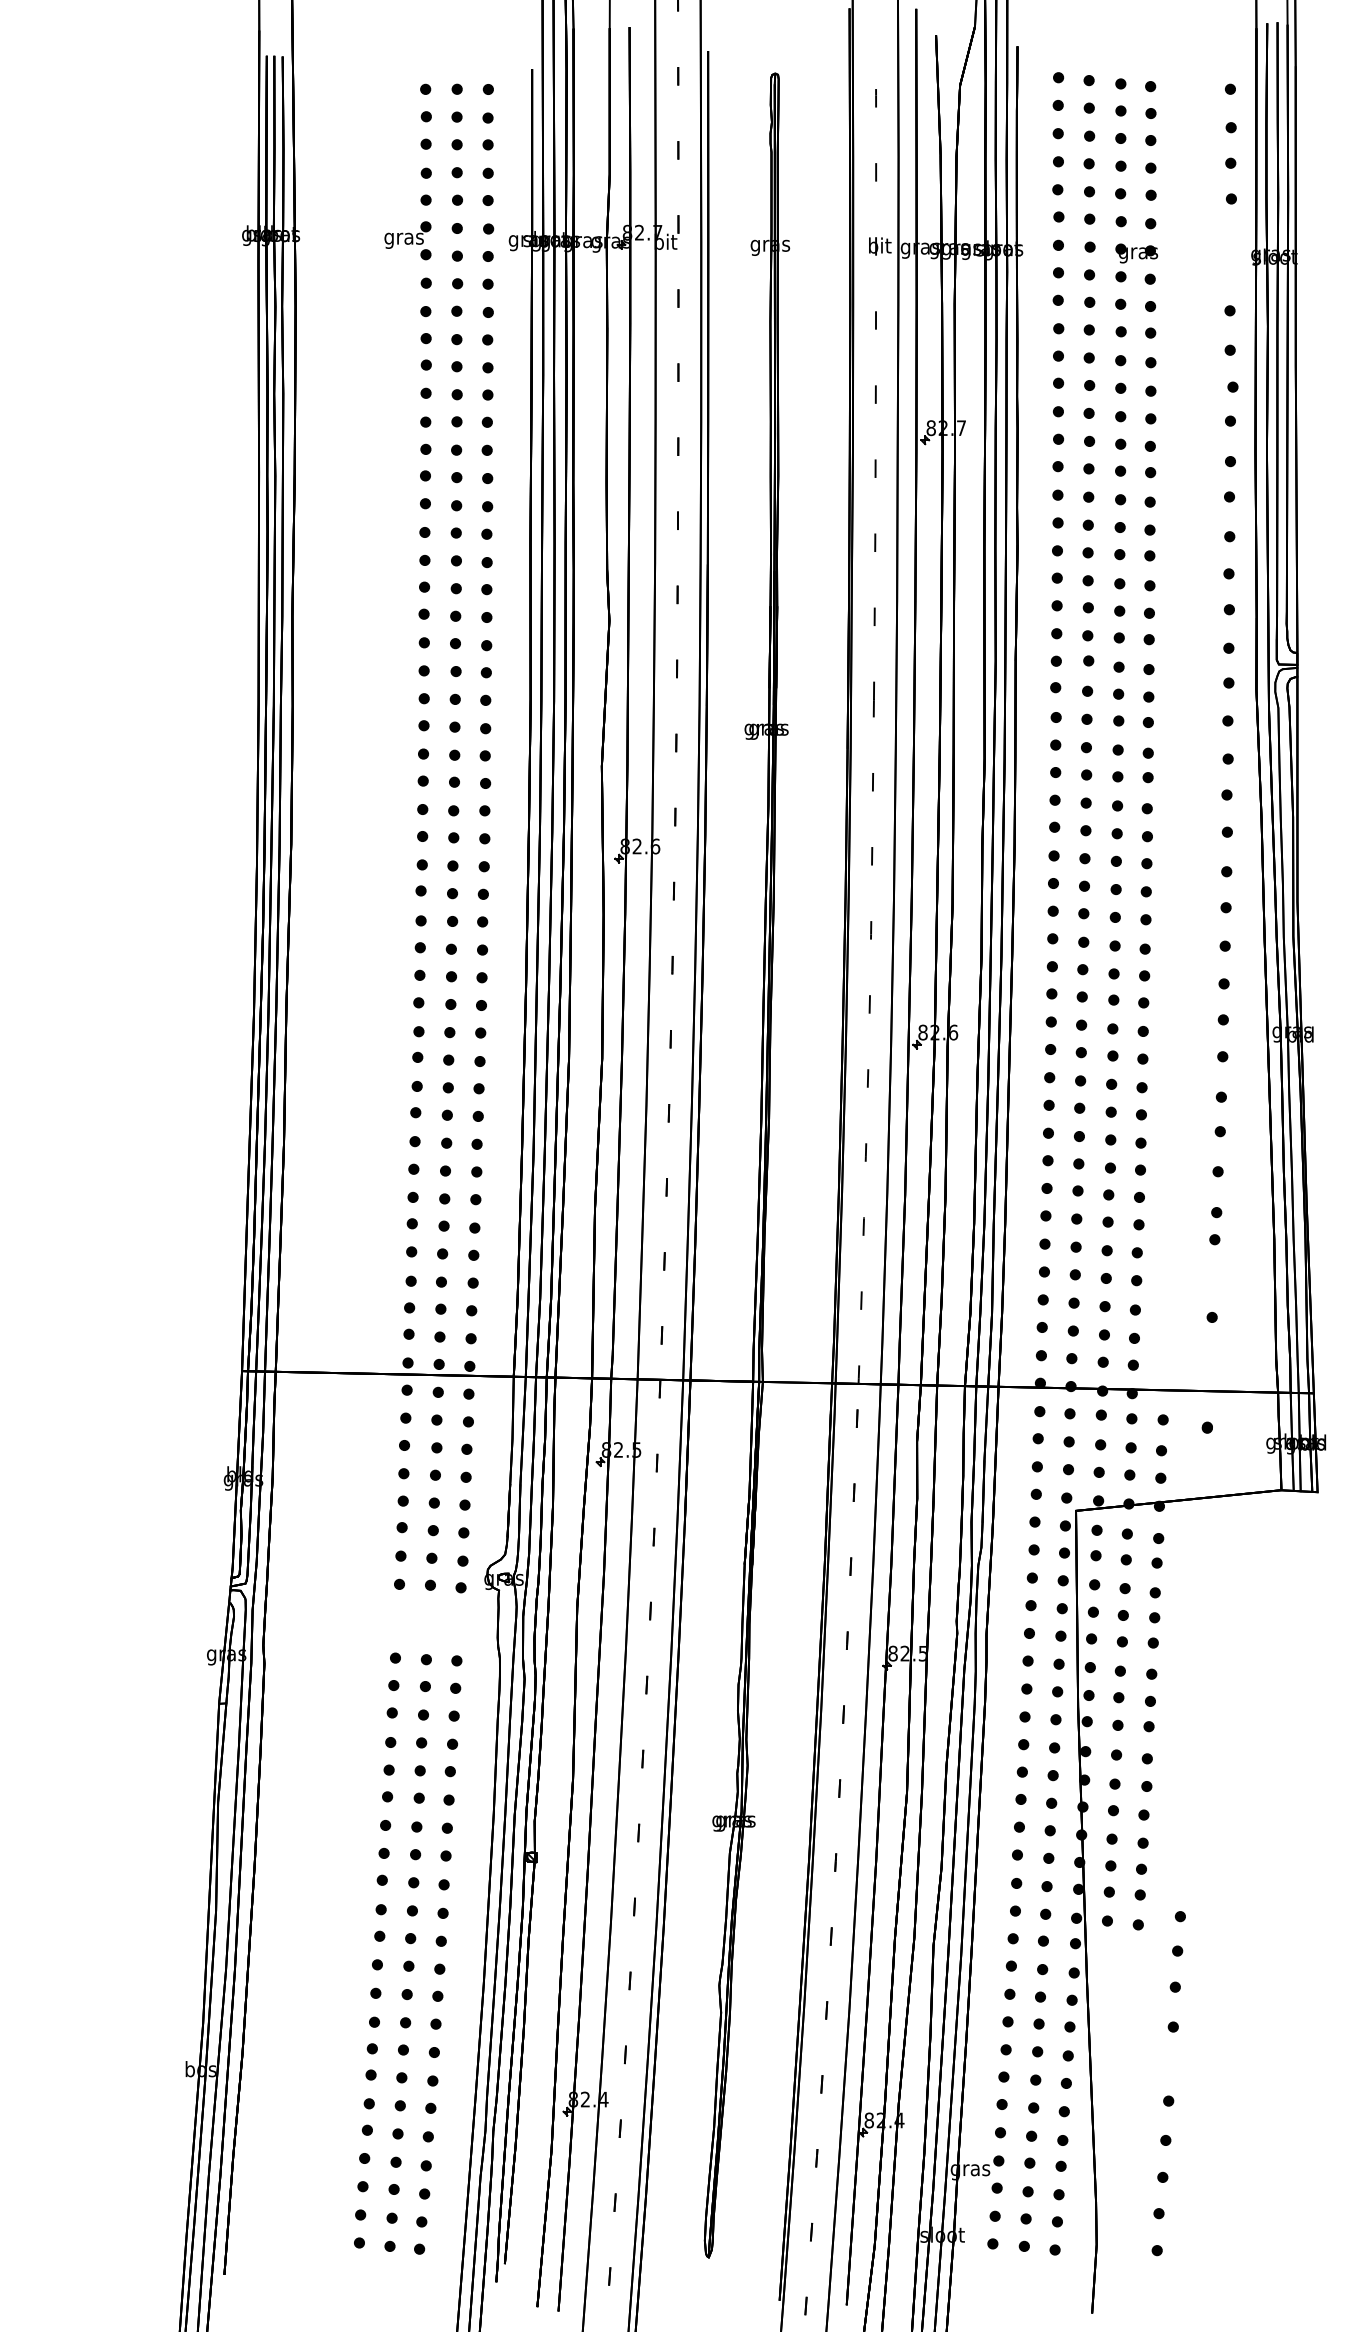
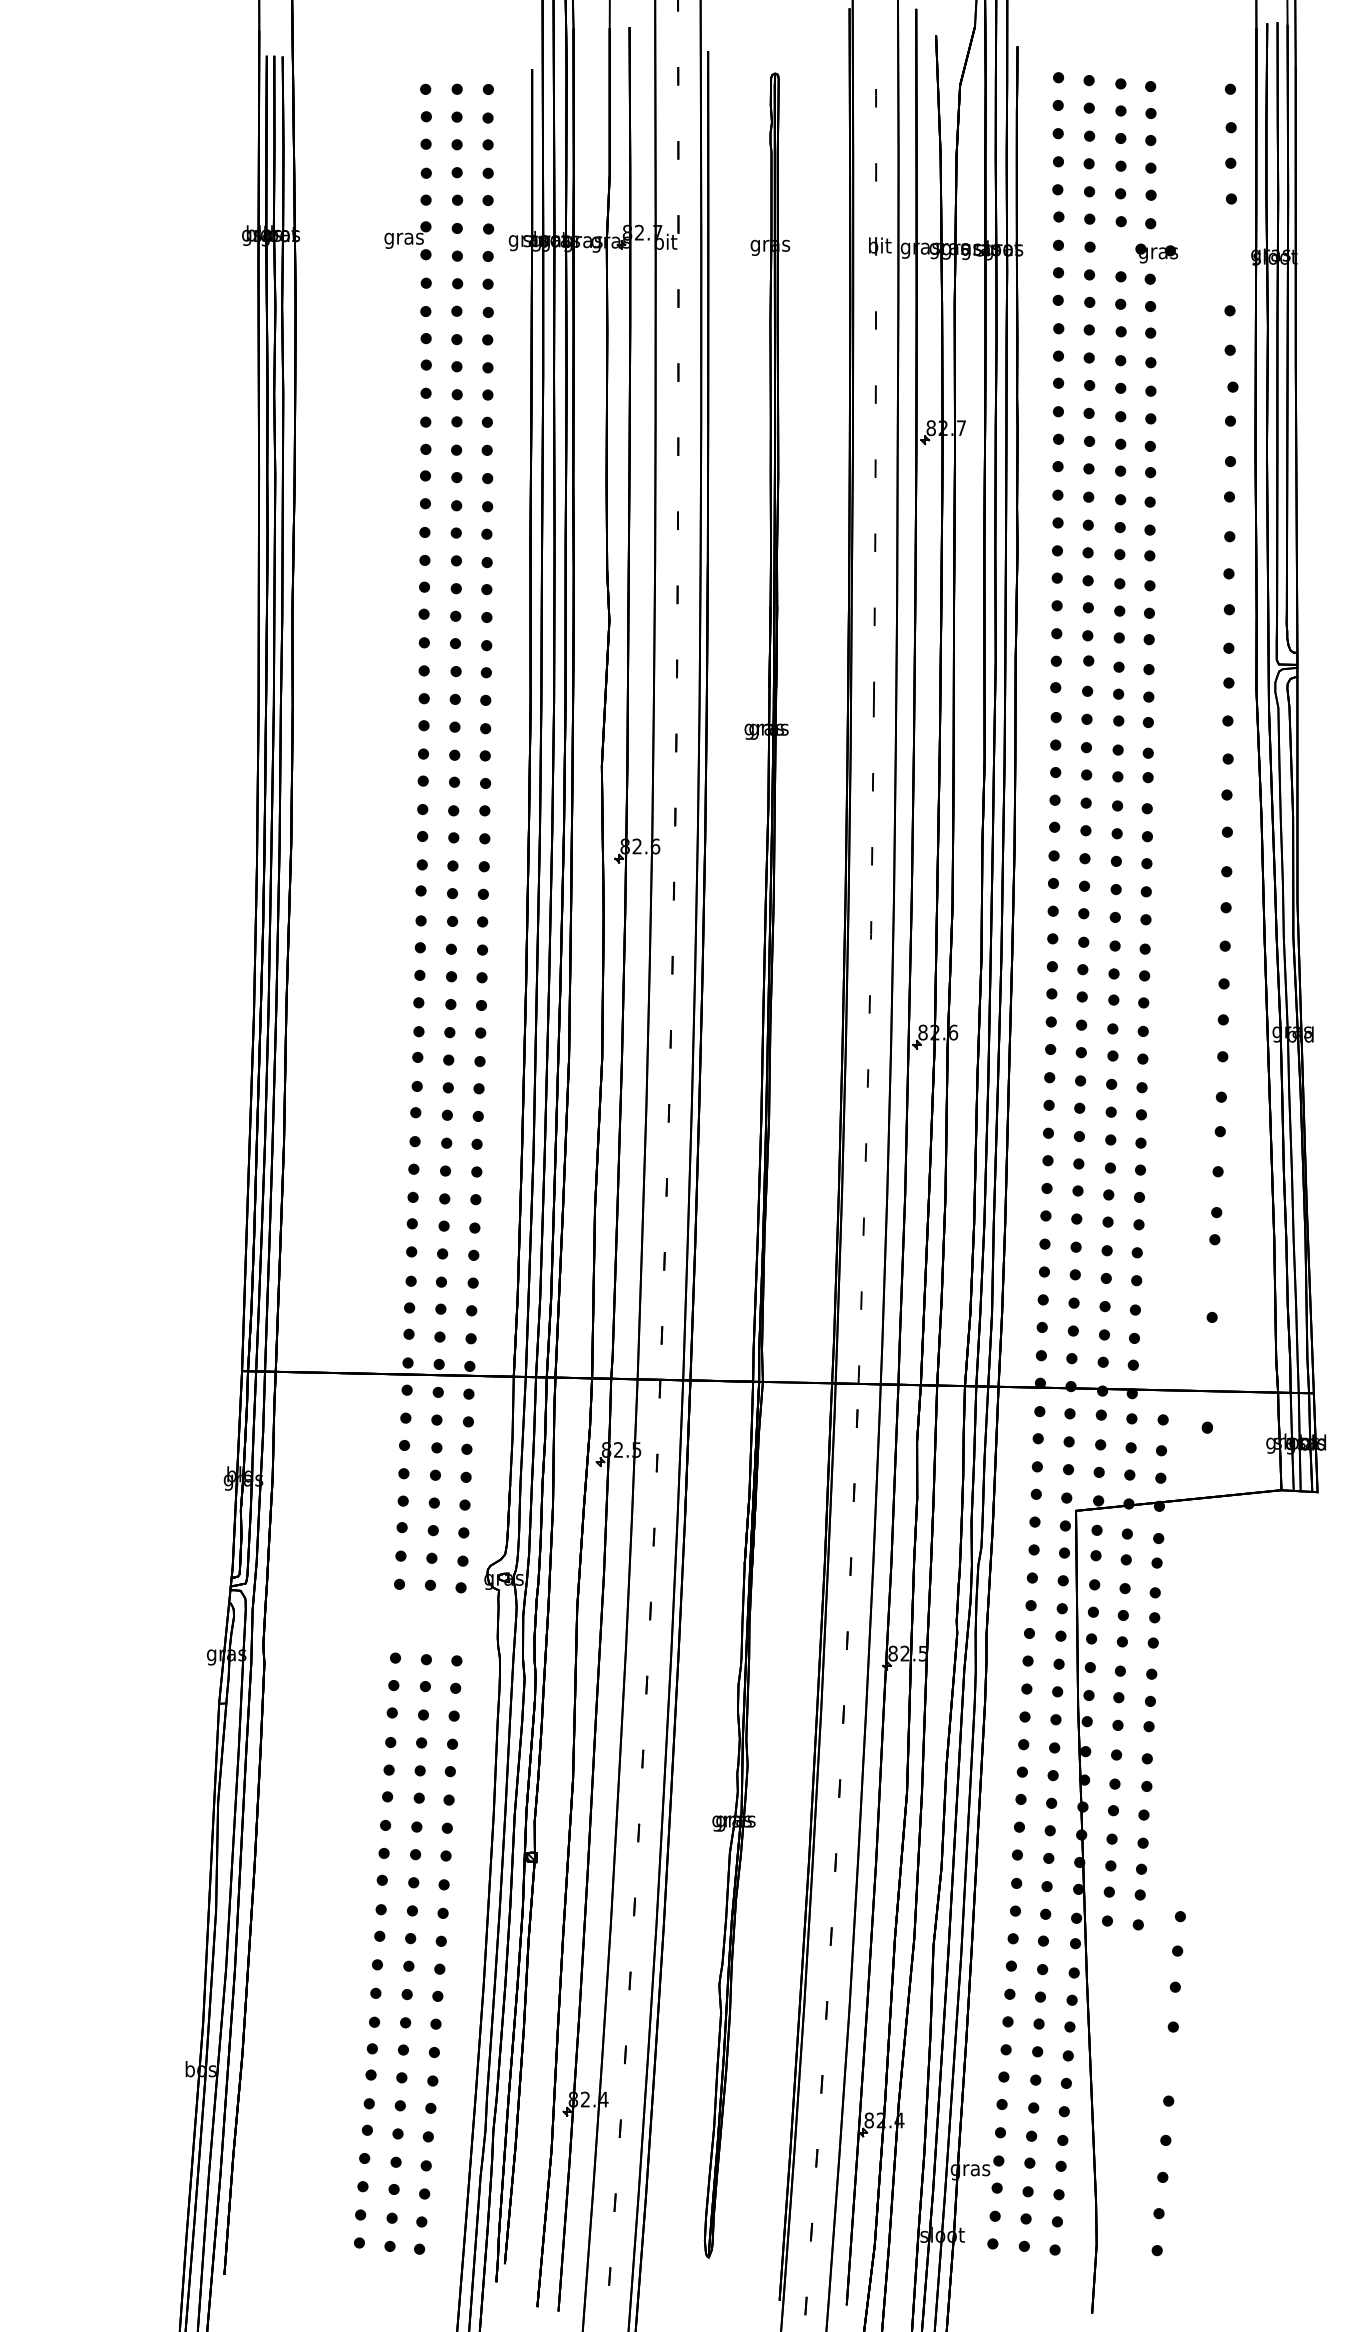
part at (1136, 253) position: (1136, 253) -> (1156, 253)
